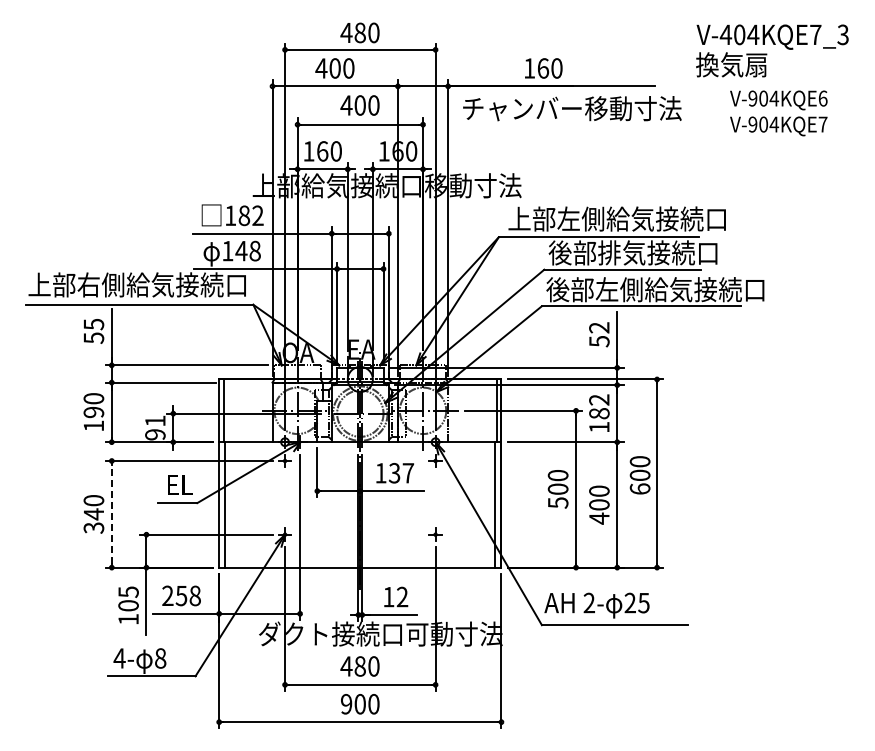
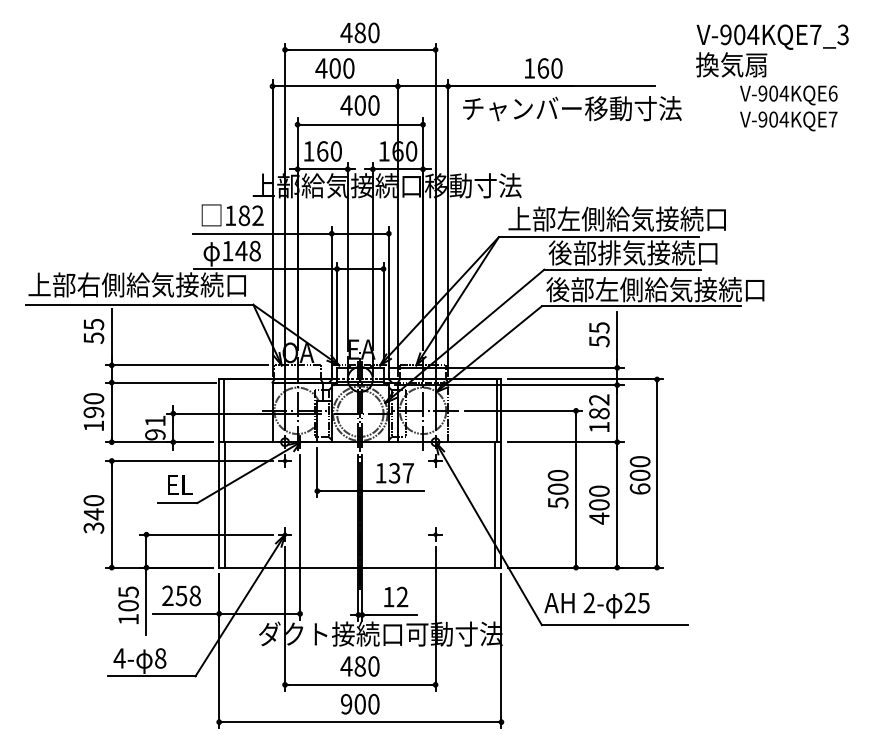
text at (725, 34): V-404KQE7_3 -> V-904KQE7_3
text at (778, 113) position: (778, 113) -> (788, 108)
text at (599, 327): 52 -> 55
line at (111, 514): dashed -> solid
